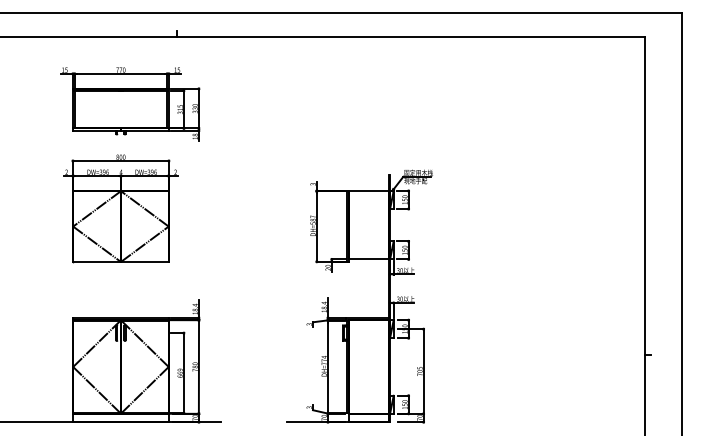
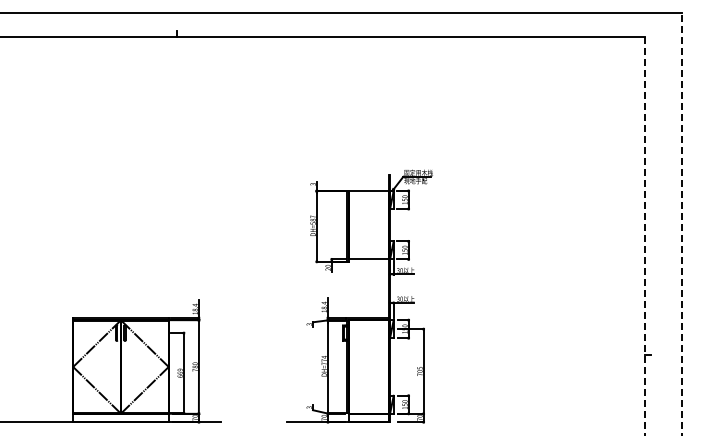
part at (130, 104): present -> none
part at (120, 208): present -> none
line at (681, 224): solid -> dashed
line at (644, 236): solid -> dashed
